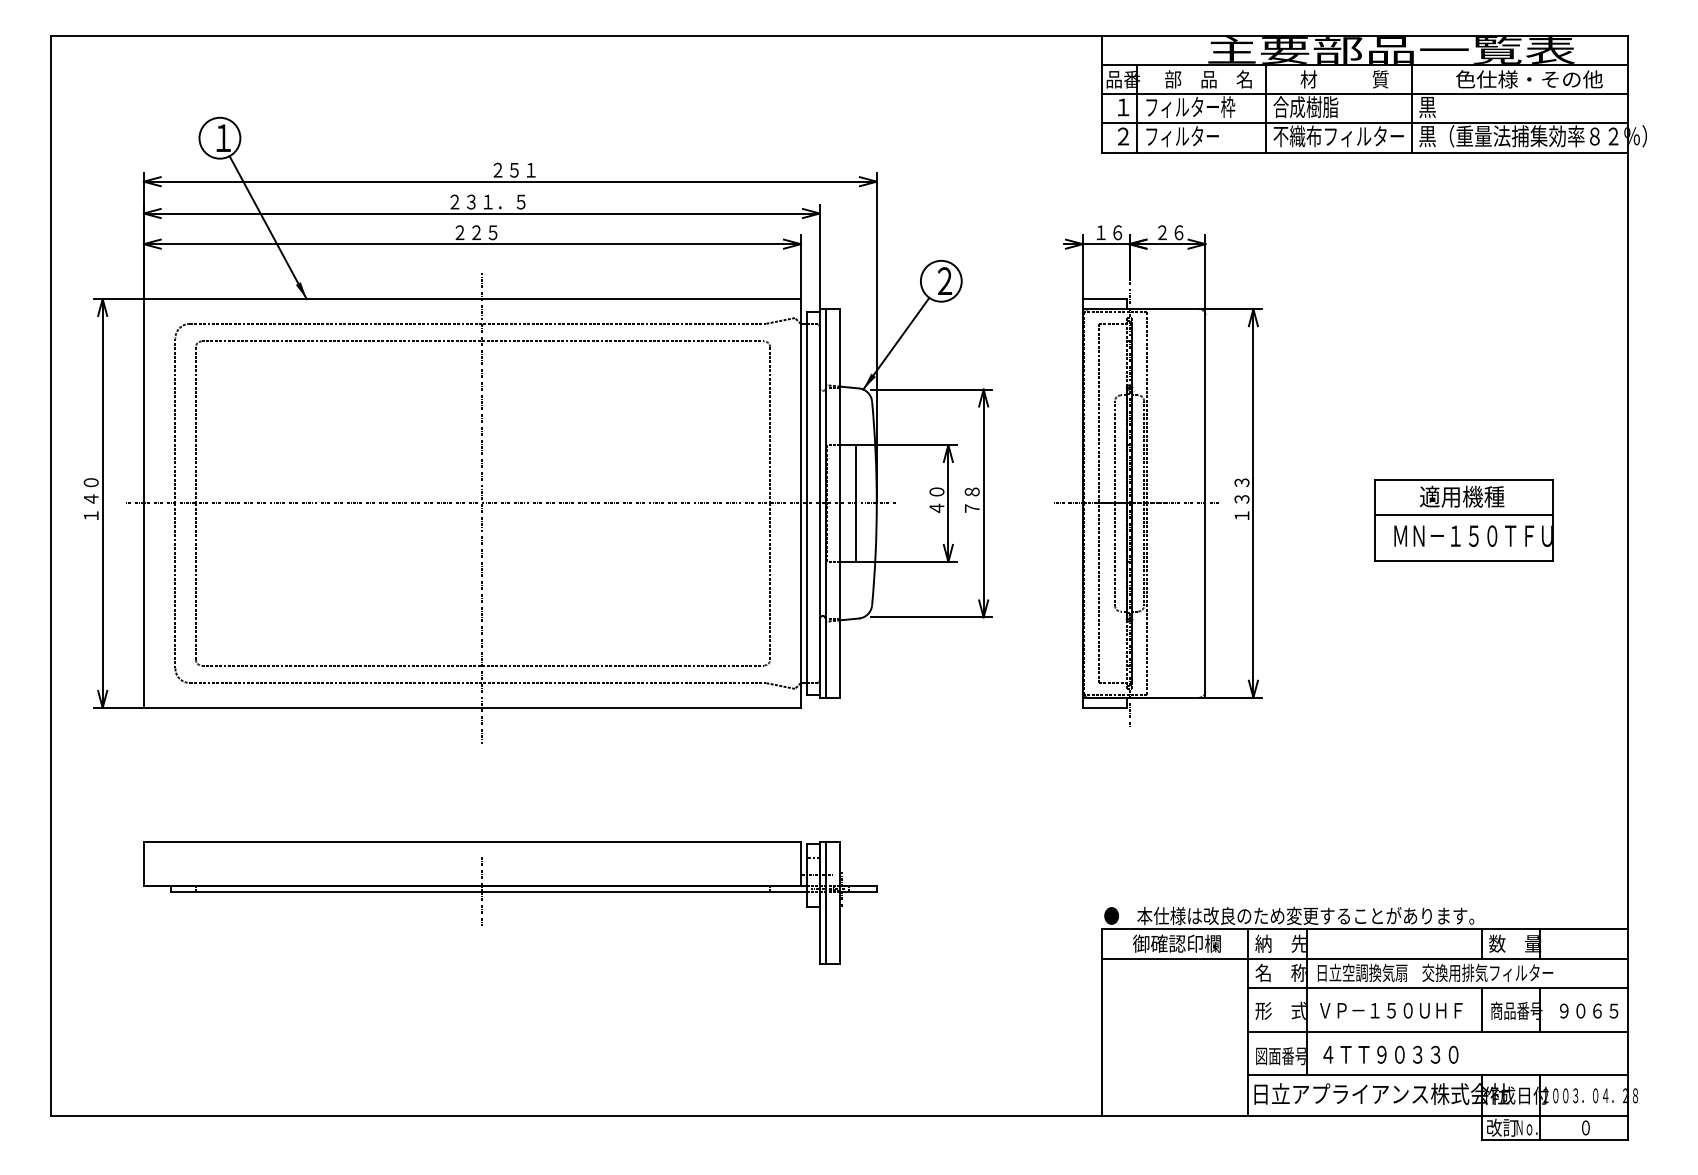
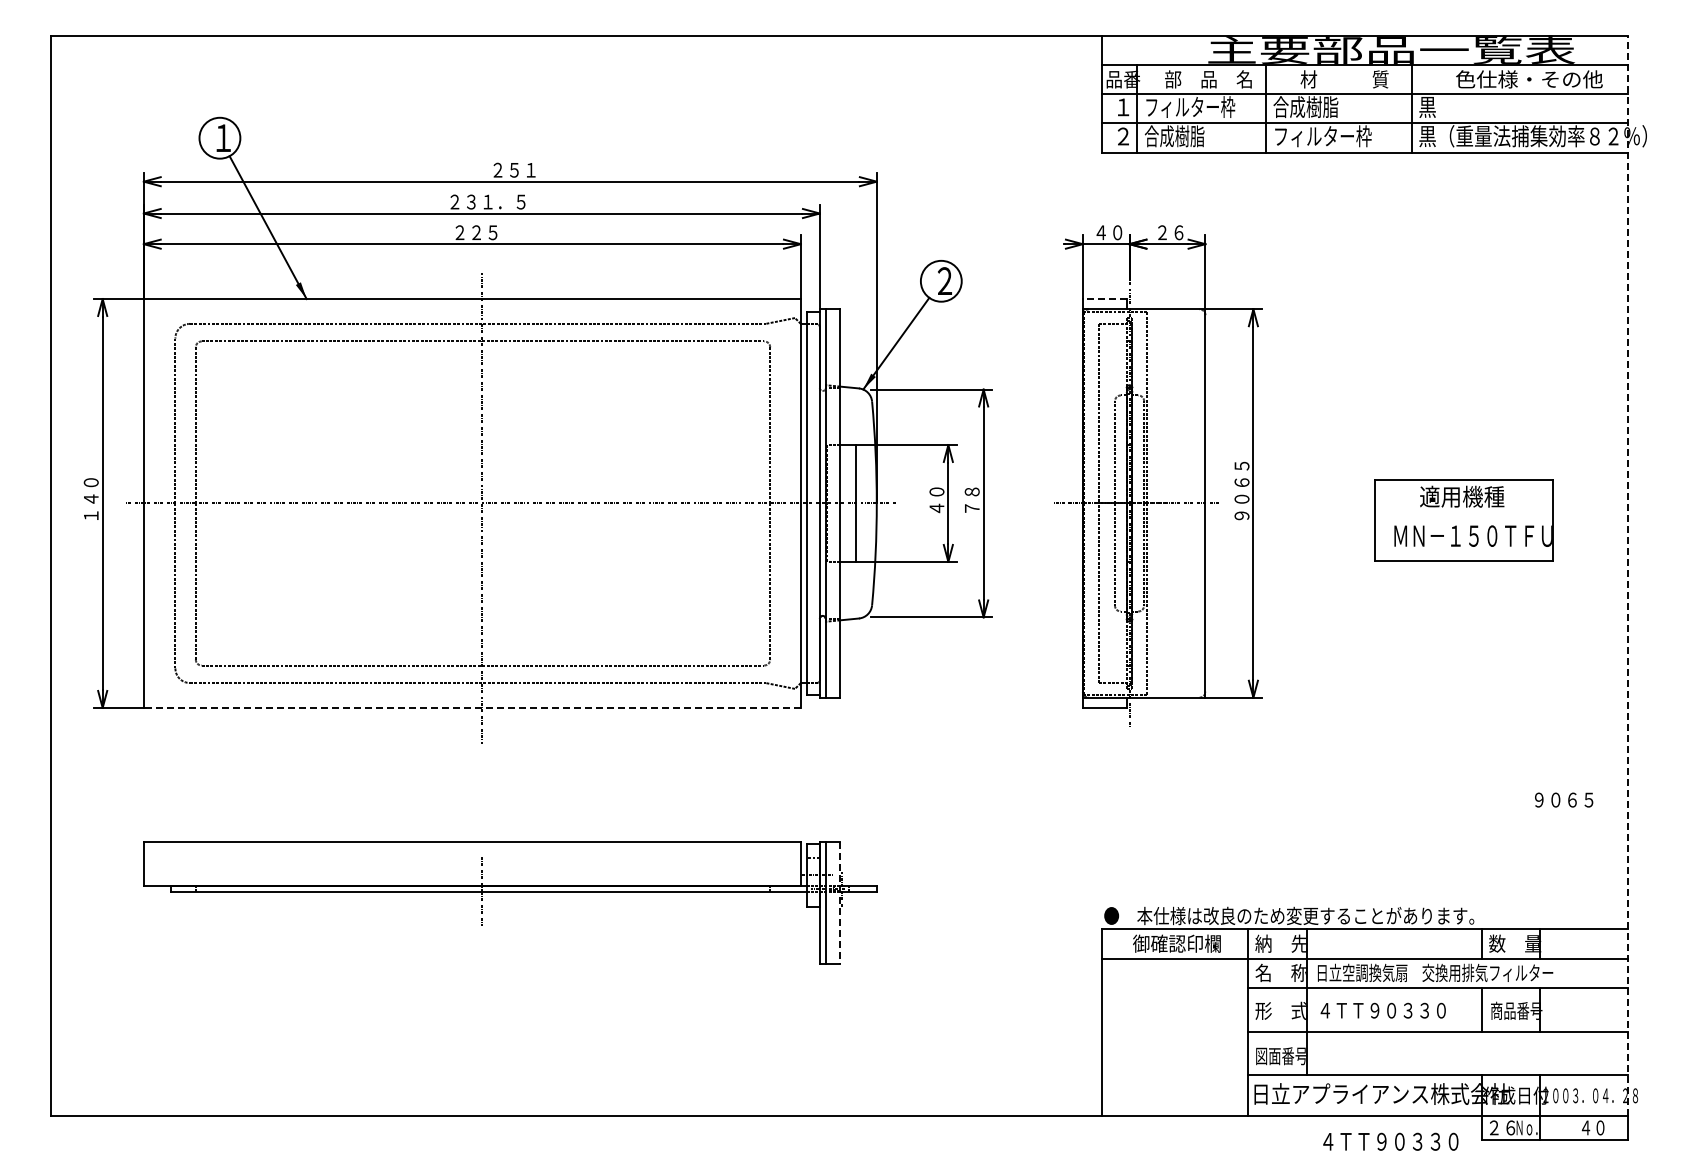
text at (1181, 136): フィルター -> 合成樹脂
text at (1338, 136): 不織布フィルター -> フィルター枠
text at (1109, 232): １６ -> ４０
line at (1104, 299): solid -> dashed
text at (1241, 490): １３３ -> ９０６５
line at (1463, 514): present -> none
line at (1627, 575): solid -> dashed
line at (472, 707): solid -> dashed
line at (840, 903): solid -> dashed
text at (1391, 1010): ＶＰ－１５０ＵＨＦ -> ４ＴＴ９０３３０
text at (1589, 1010) position: (1589, 1010) -> (1564, 799)
text at (1390, 1054) position: (1390, 1054) -> (1390, 1141)
text at (1502, 1127): 改訂 -> ２６
text at (1592, 1127): ０ -> ４０
